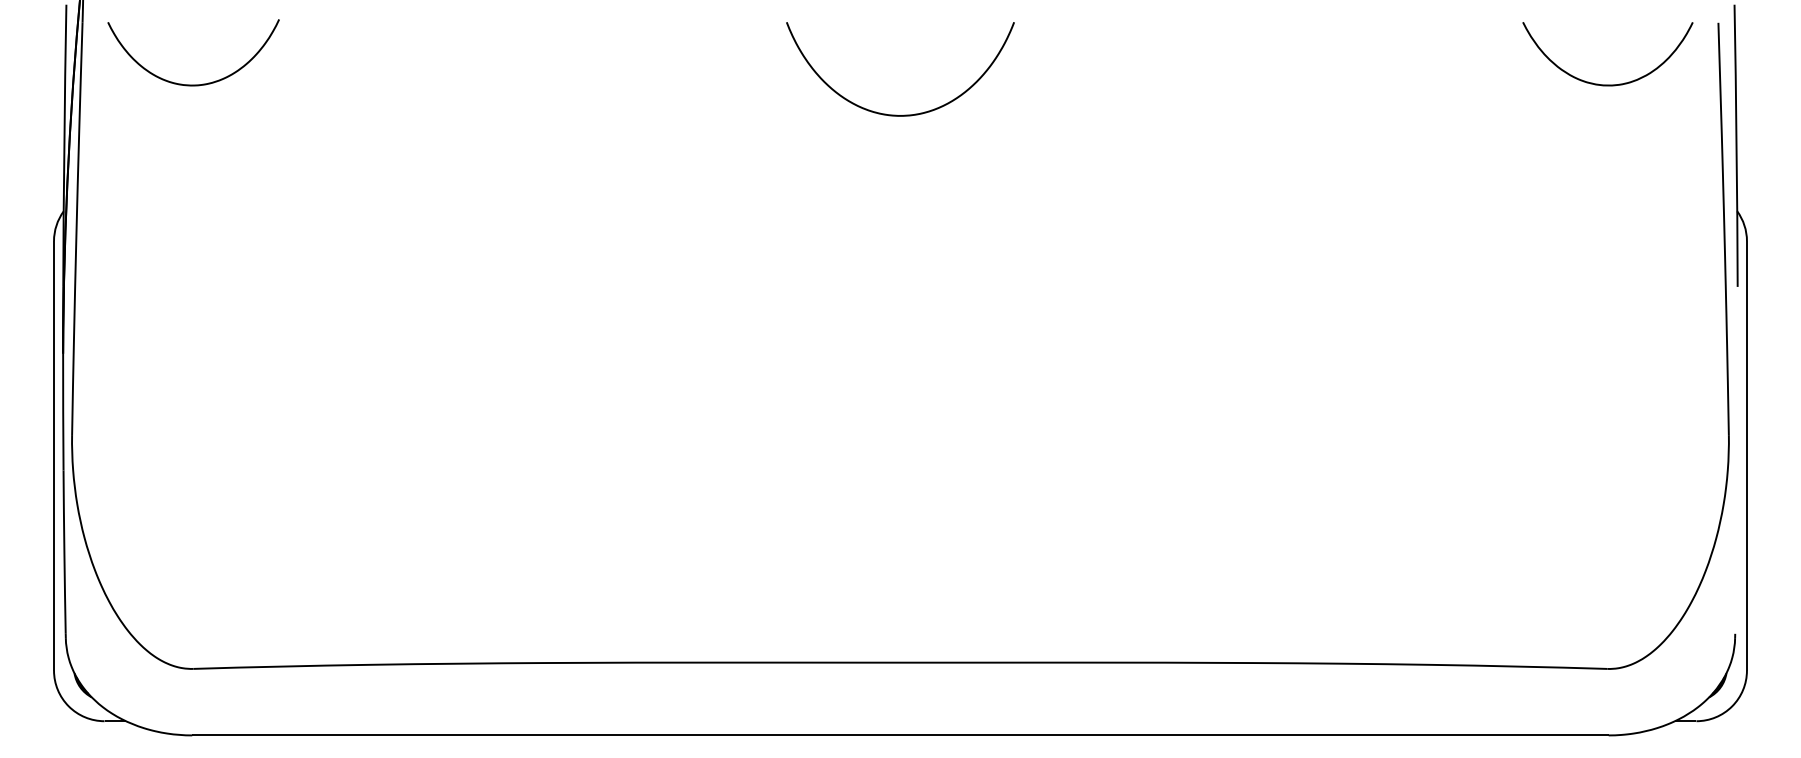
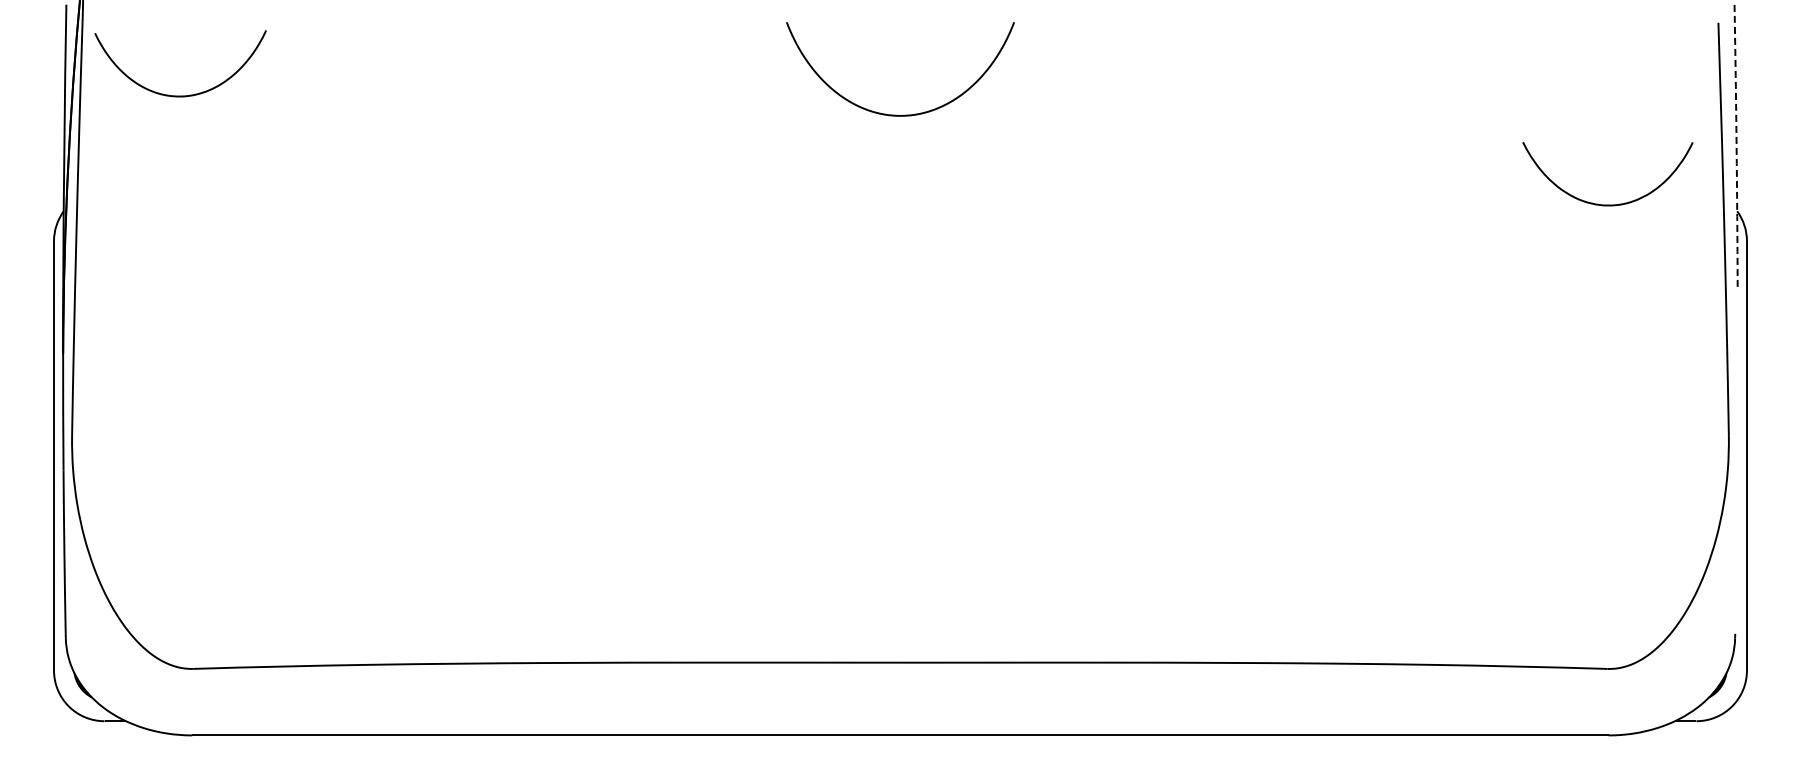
curve at (193, 84) position: (193, 84) -> (180, 95)
curve at (1607, 84) position: (1607, 84) -> (1607, 204)
line at (1736, 145): solid -> dashed
